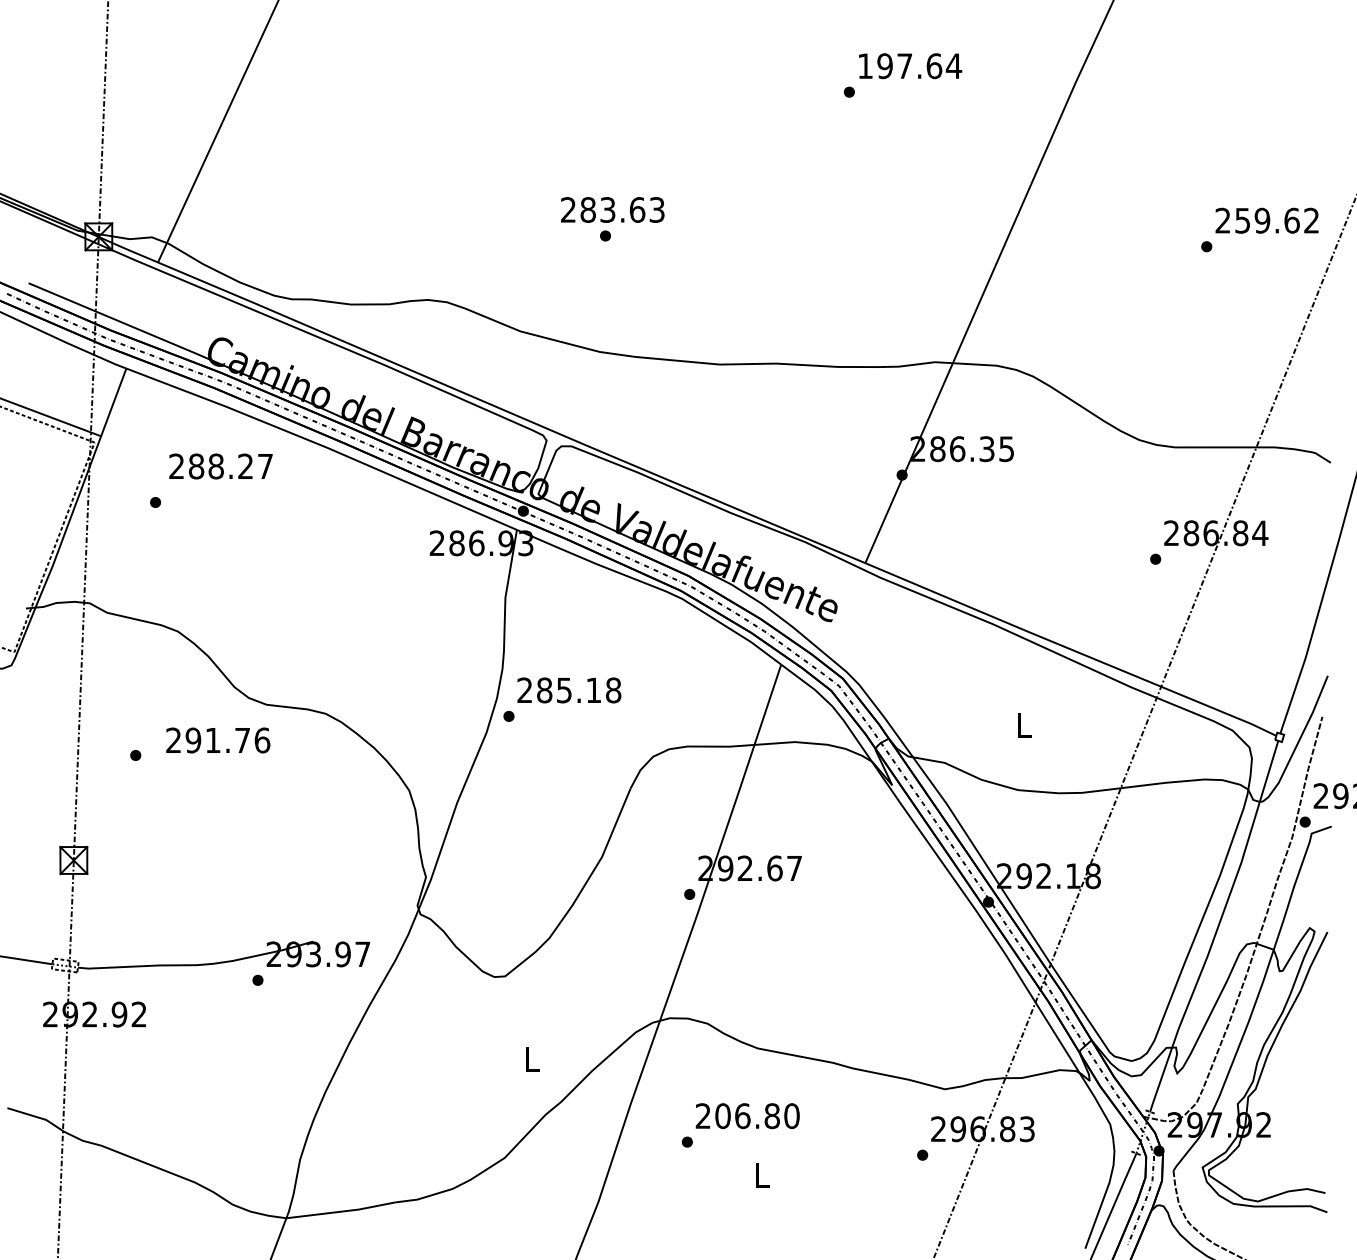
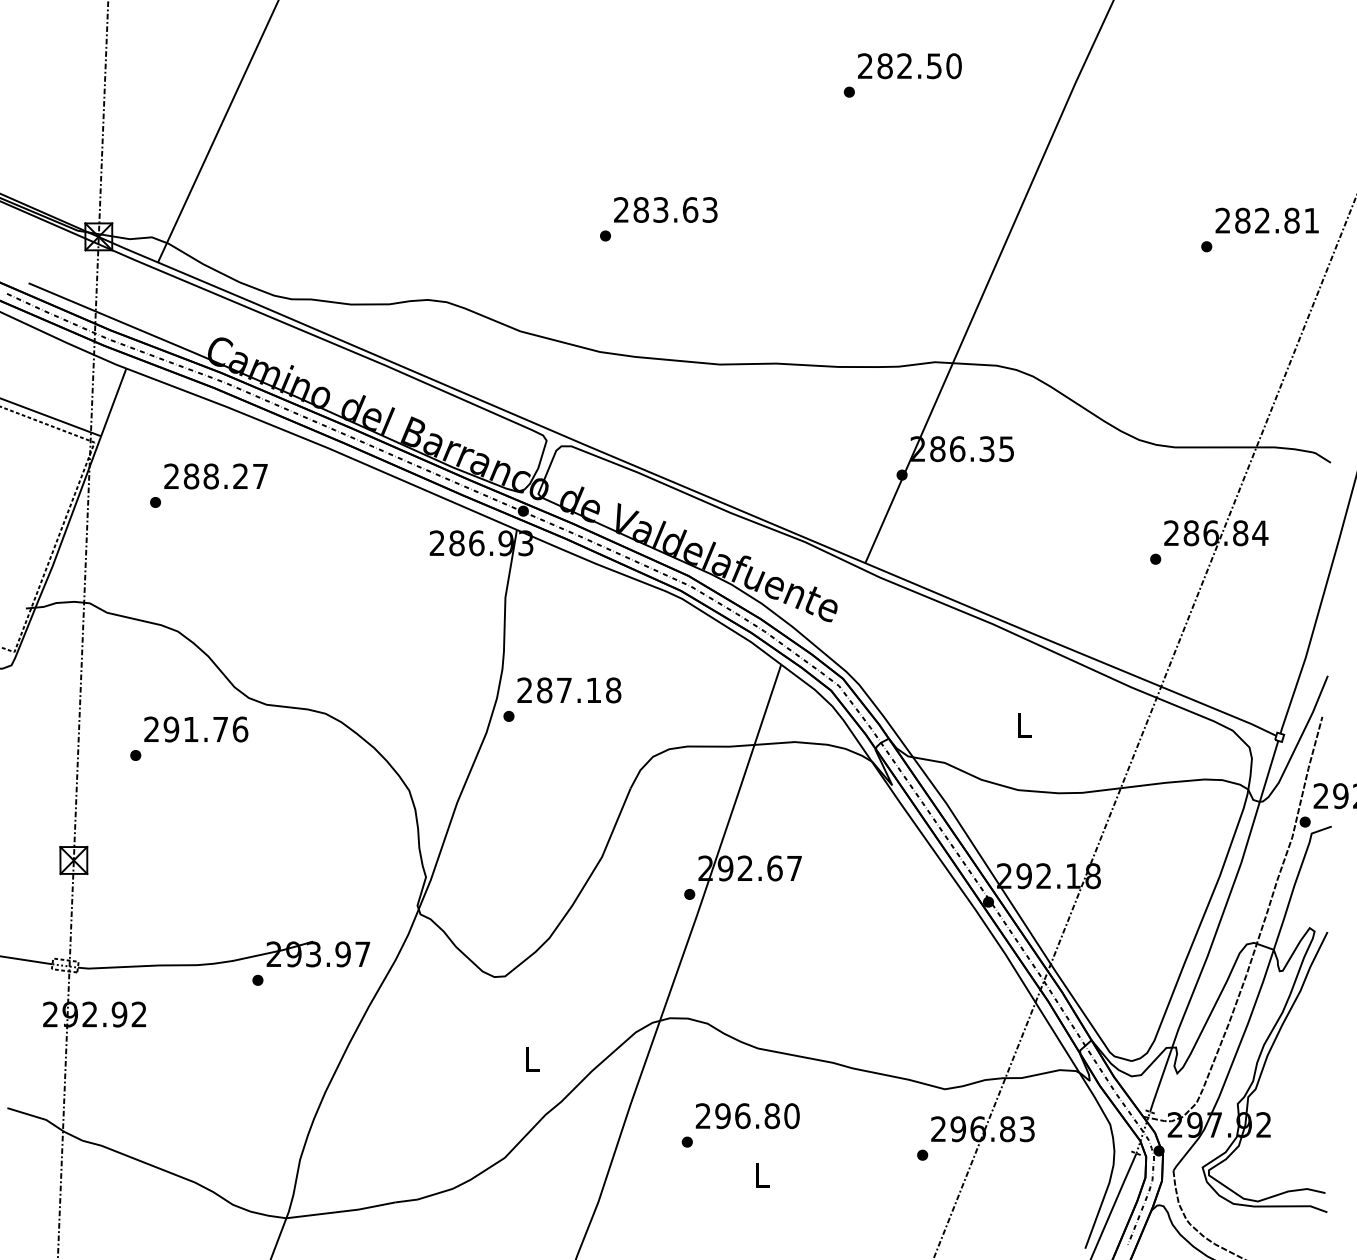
text at (910, 66): 197.64 -> 282.50
text at (612, 209) position: (612, 209) -> (665, 209)
text at (1276, 220): 259.62 -> 282.81
text at (220, 466) position: (220, 466) -> (215, 476)
text at (564, 690): 285.18 -> 287.18
text at (218, 740) position: (218, 740) -> (196, 729)
text at (722, 1116): 206.80 -> 296.80
